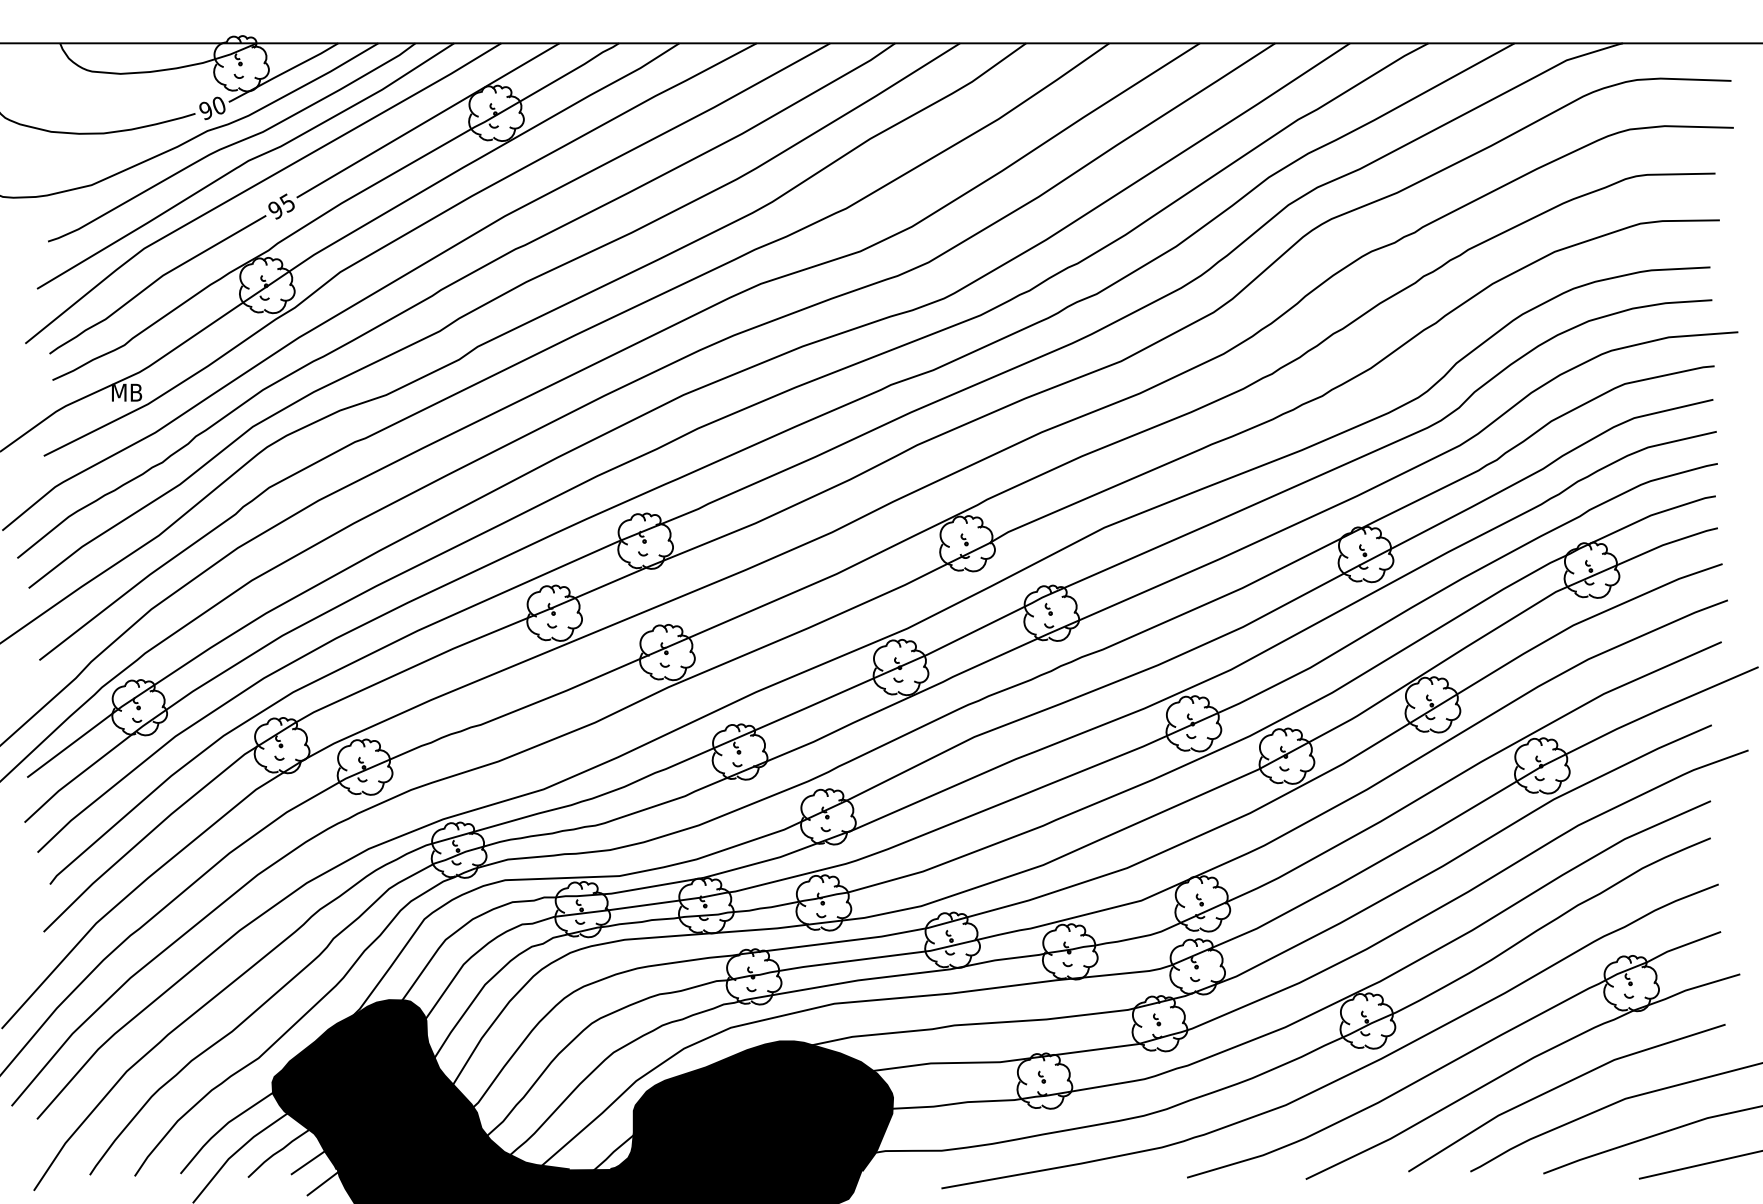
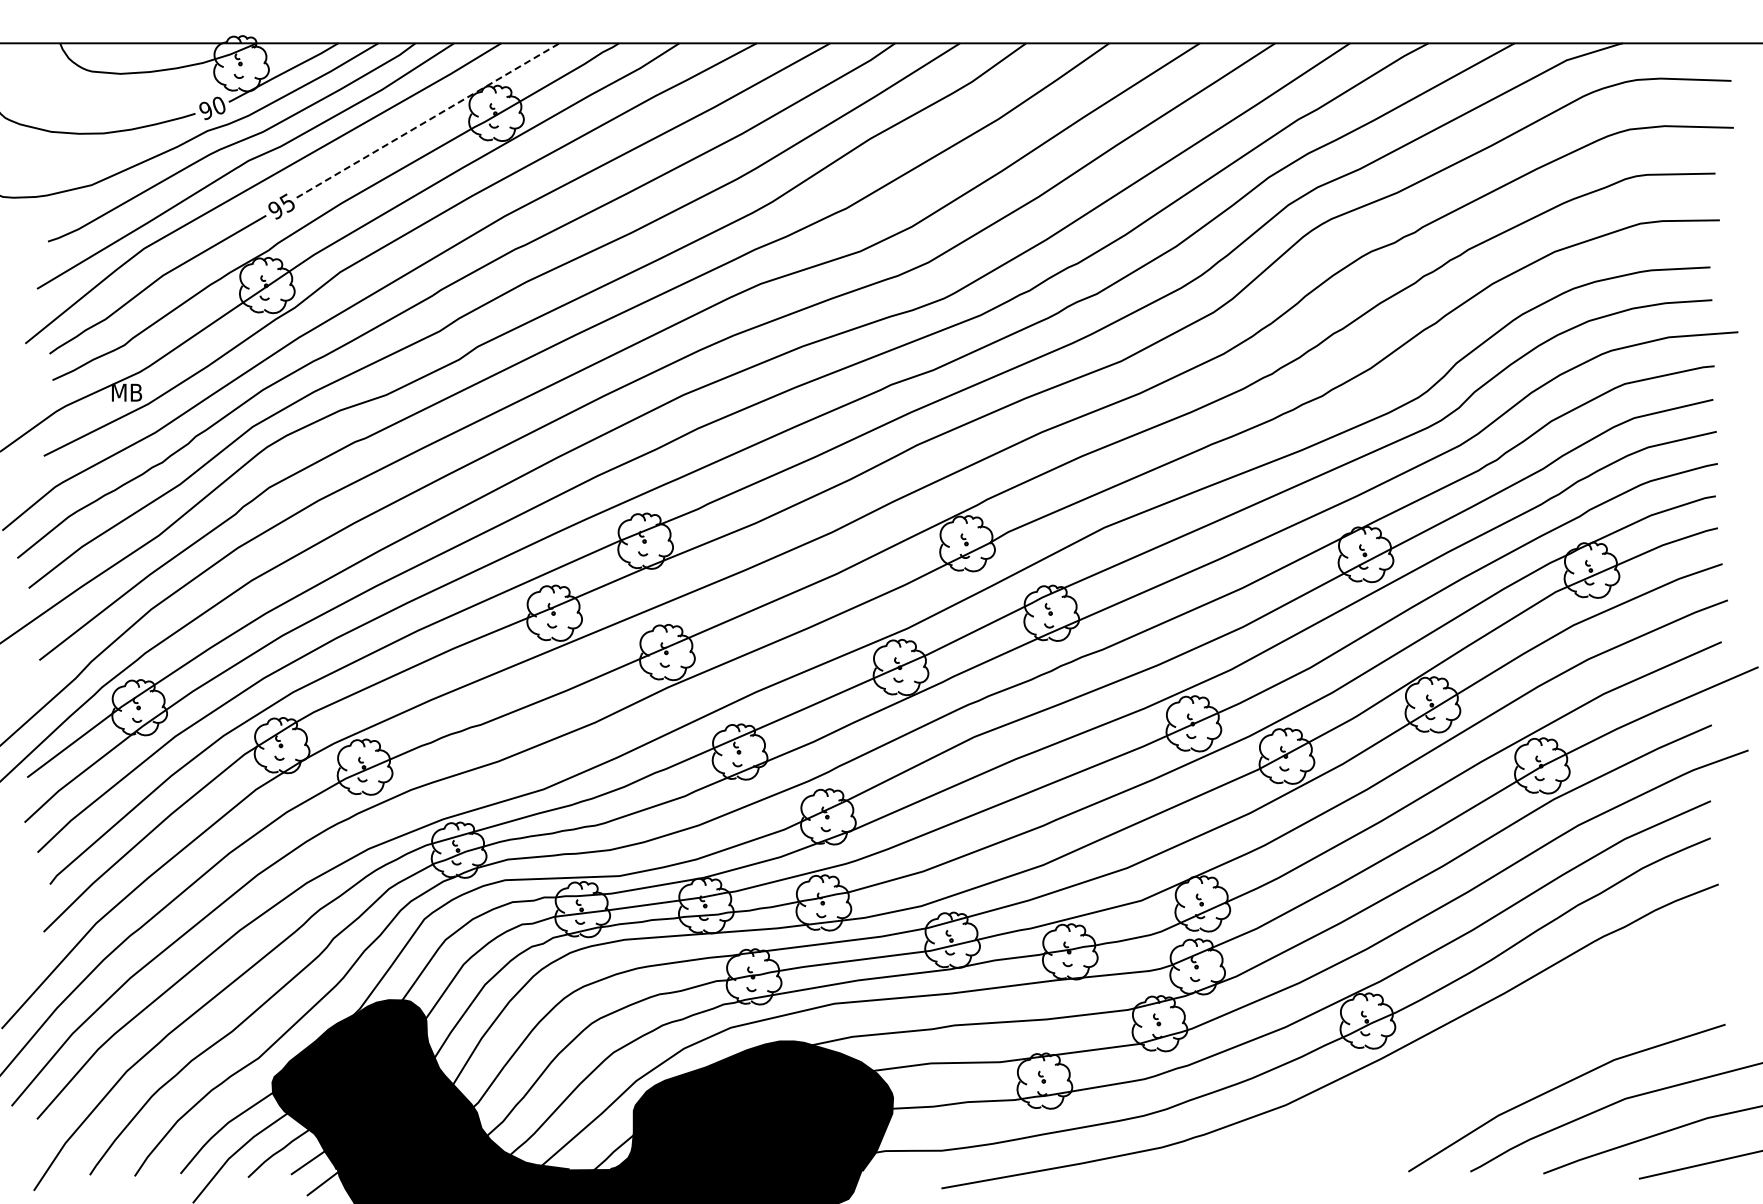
line at (428, 120): solid -> dashed
part at (1463, 1055): present -> none
